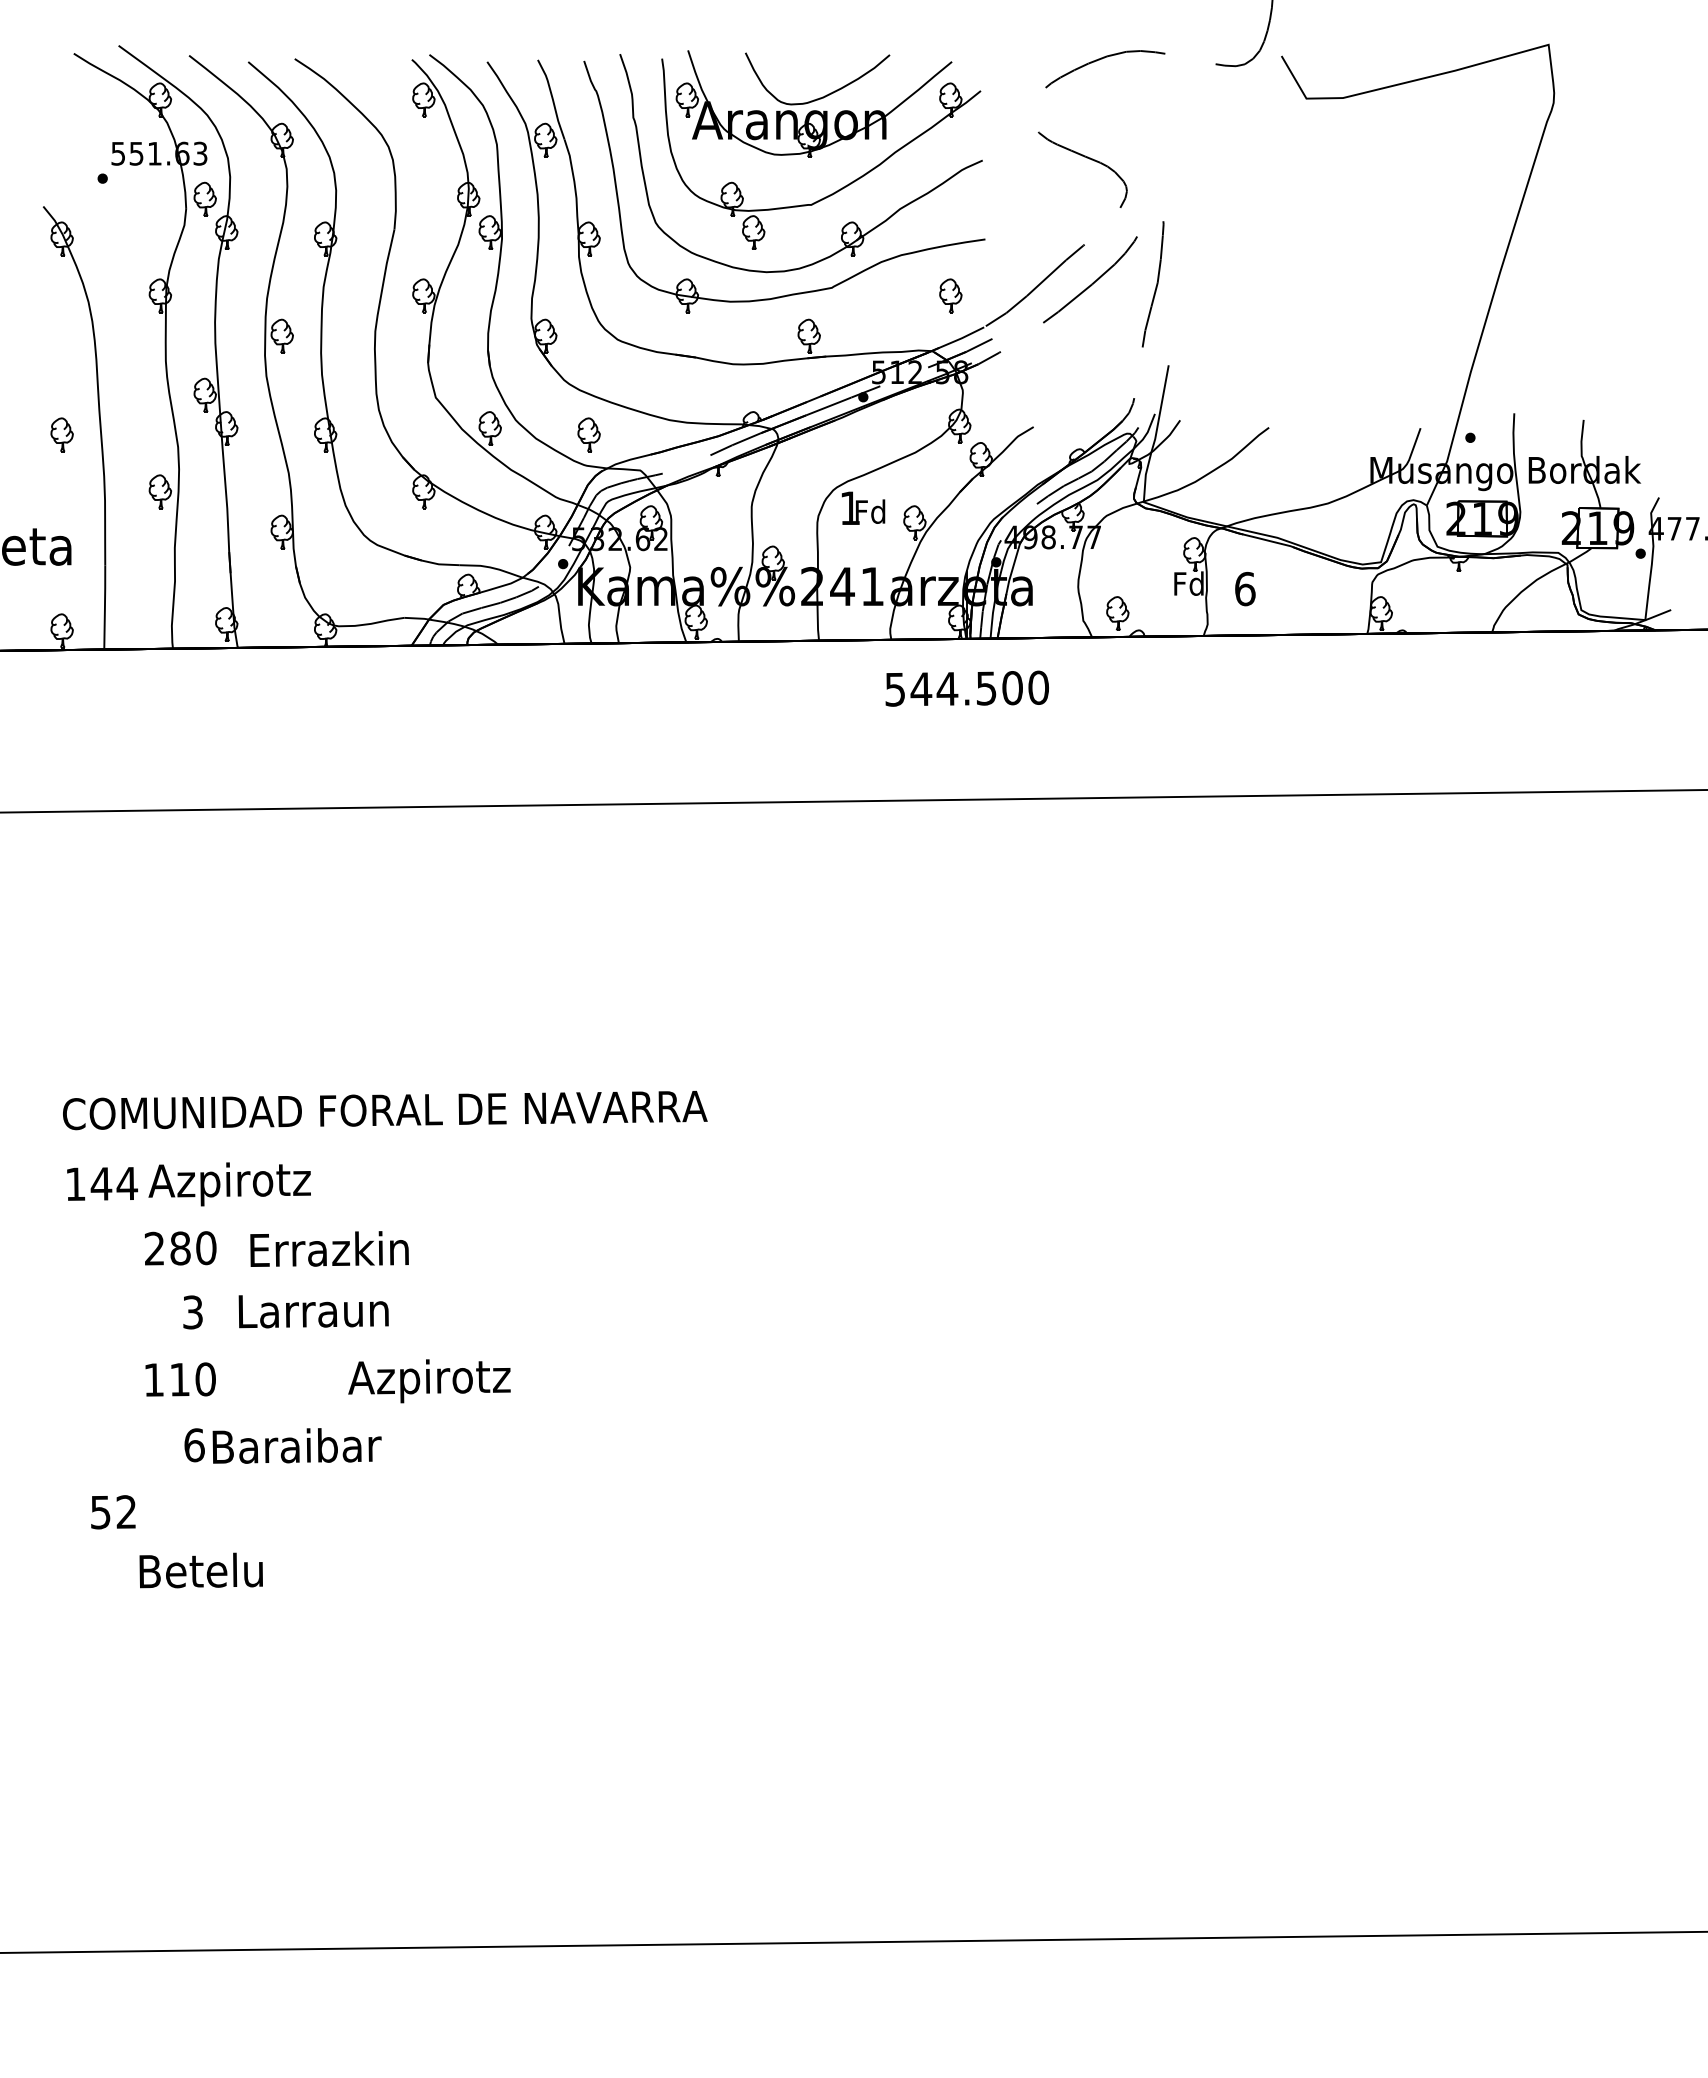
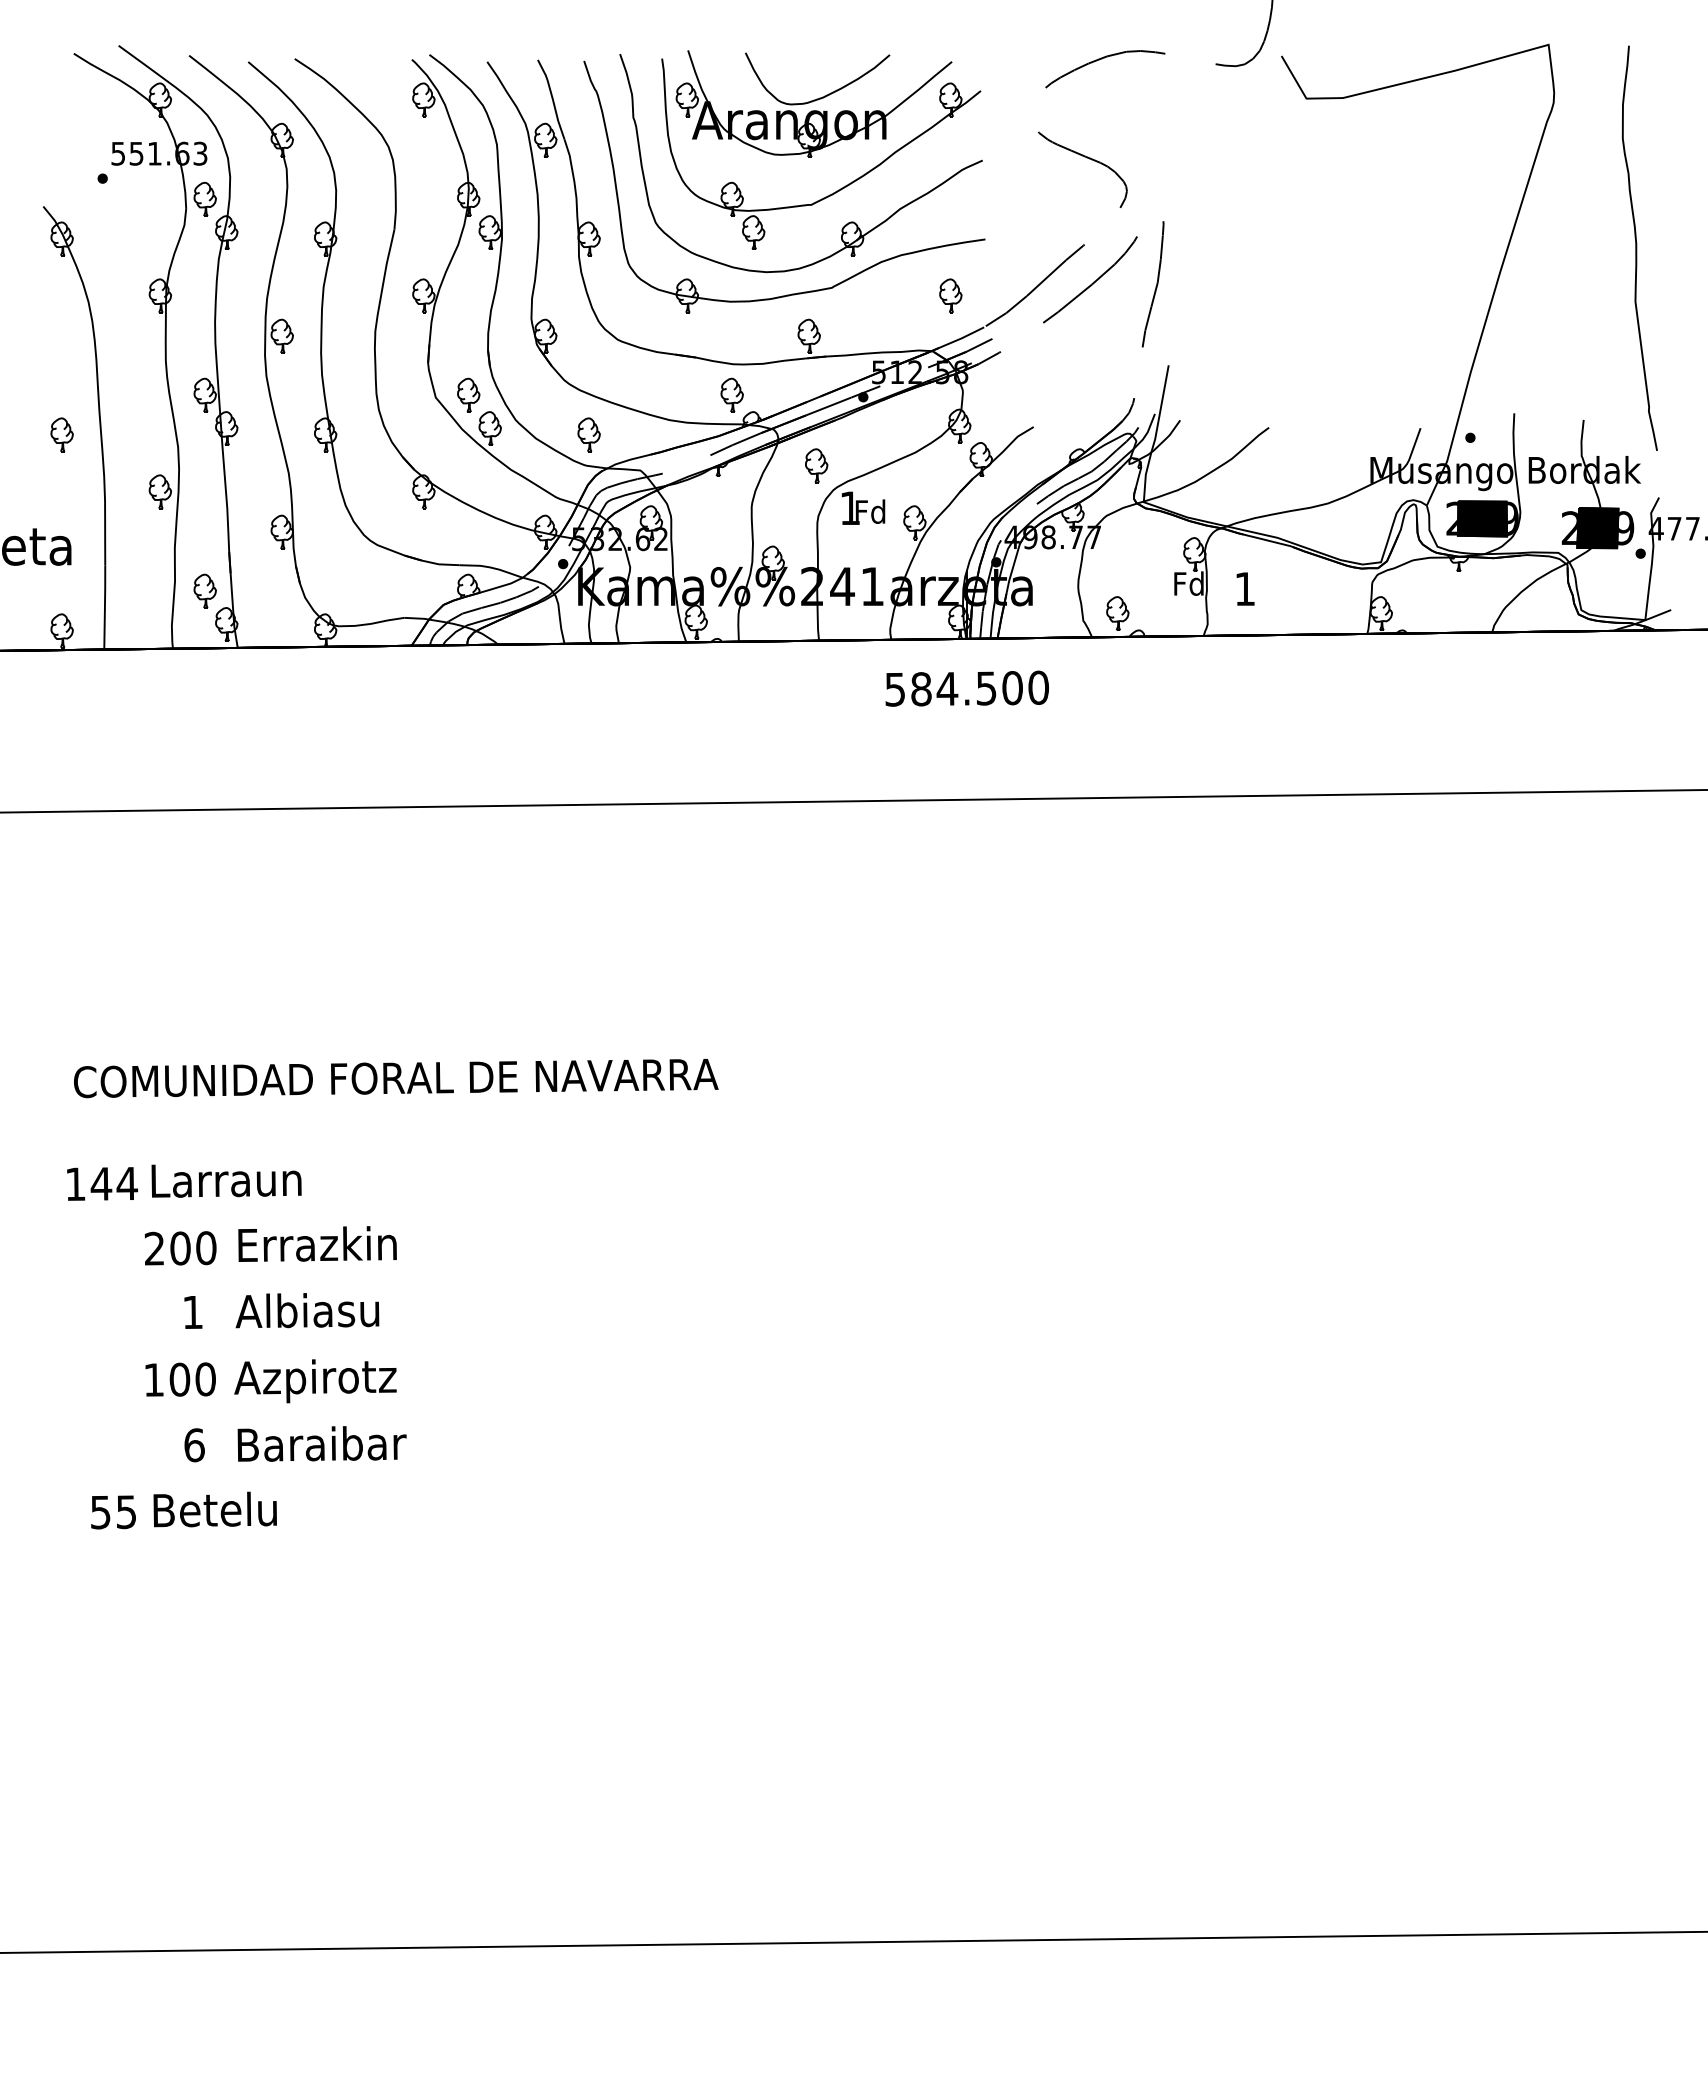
curve at (1637, 247): none -> present
part at (468, 394): none -> present
part at (731, 394): none -> present
part at (816, 465): none -> present
fill at (1482, 518): none -> present
fill at (1597, 528): none -> present
text at (1245, 588): 6 -> 1
part at (204, 590): none -> present
text at (921, 689): 544.500 -> 584.500
text at (385, 1110) position: (385, 1110) -> (396, 1078)
text at (229, 1184): Azpirotz -> Larraun
text at (180, 1248): 280 -> 200
text at (329, 1248) position: (329, 1248) -> (317, 1243)
text at (311, 1310): Larraun -> Albiasu
text at (192, 1312): 3 -> 1
text at (179, 1379): 110 -> 100
text at (429, 1381) position: (429, 1381) -> (315, 1381)
text at (296, 1445) position: (296, 1445) -> (321, 1443)
text at (125, 1512): 52 -> 55
text at (200, 1570) position: (200, 1570) -> (214, 1509)
